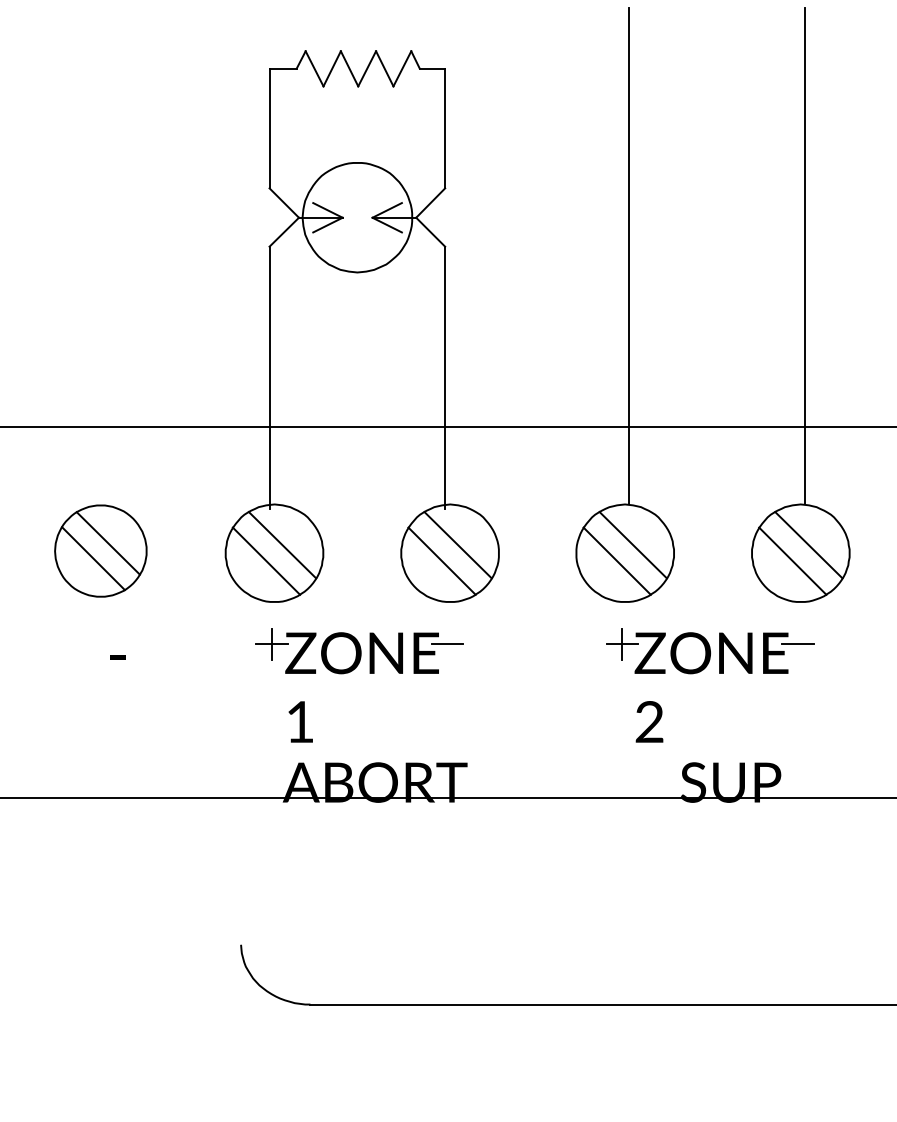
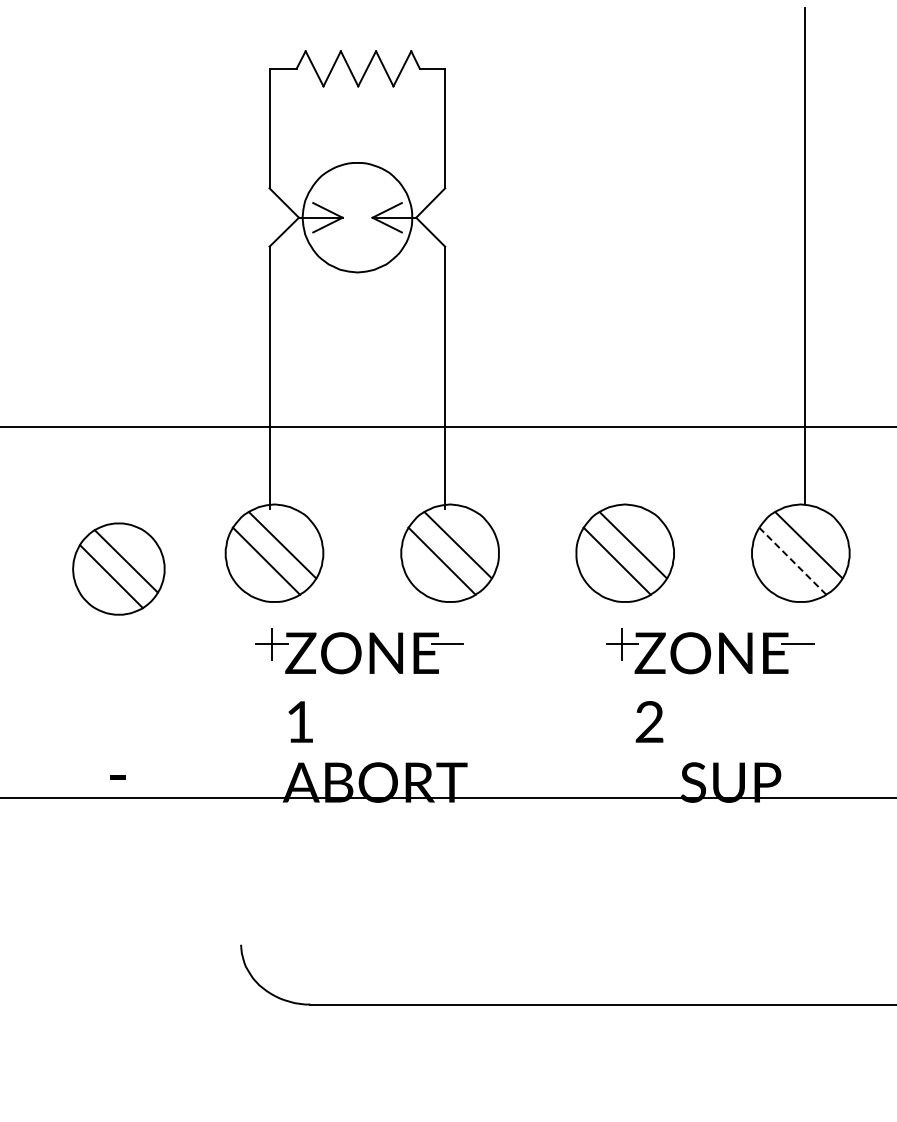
line at (629, 256): present -> none
part at (100, 550) position: (100, 550) -> (118, 568)
line at (792, 561): solid -> dashed
text at (117, 657) position: (117, 657) -> (117, 777)
